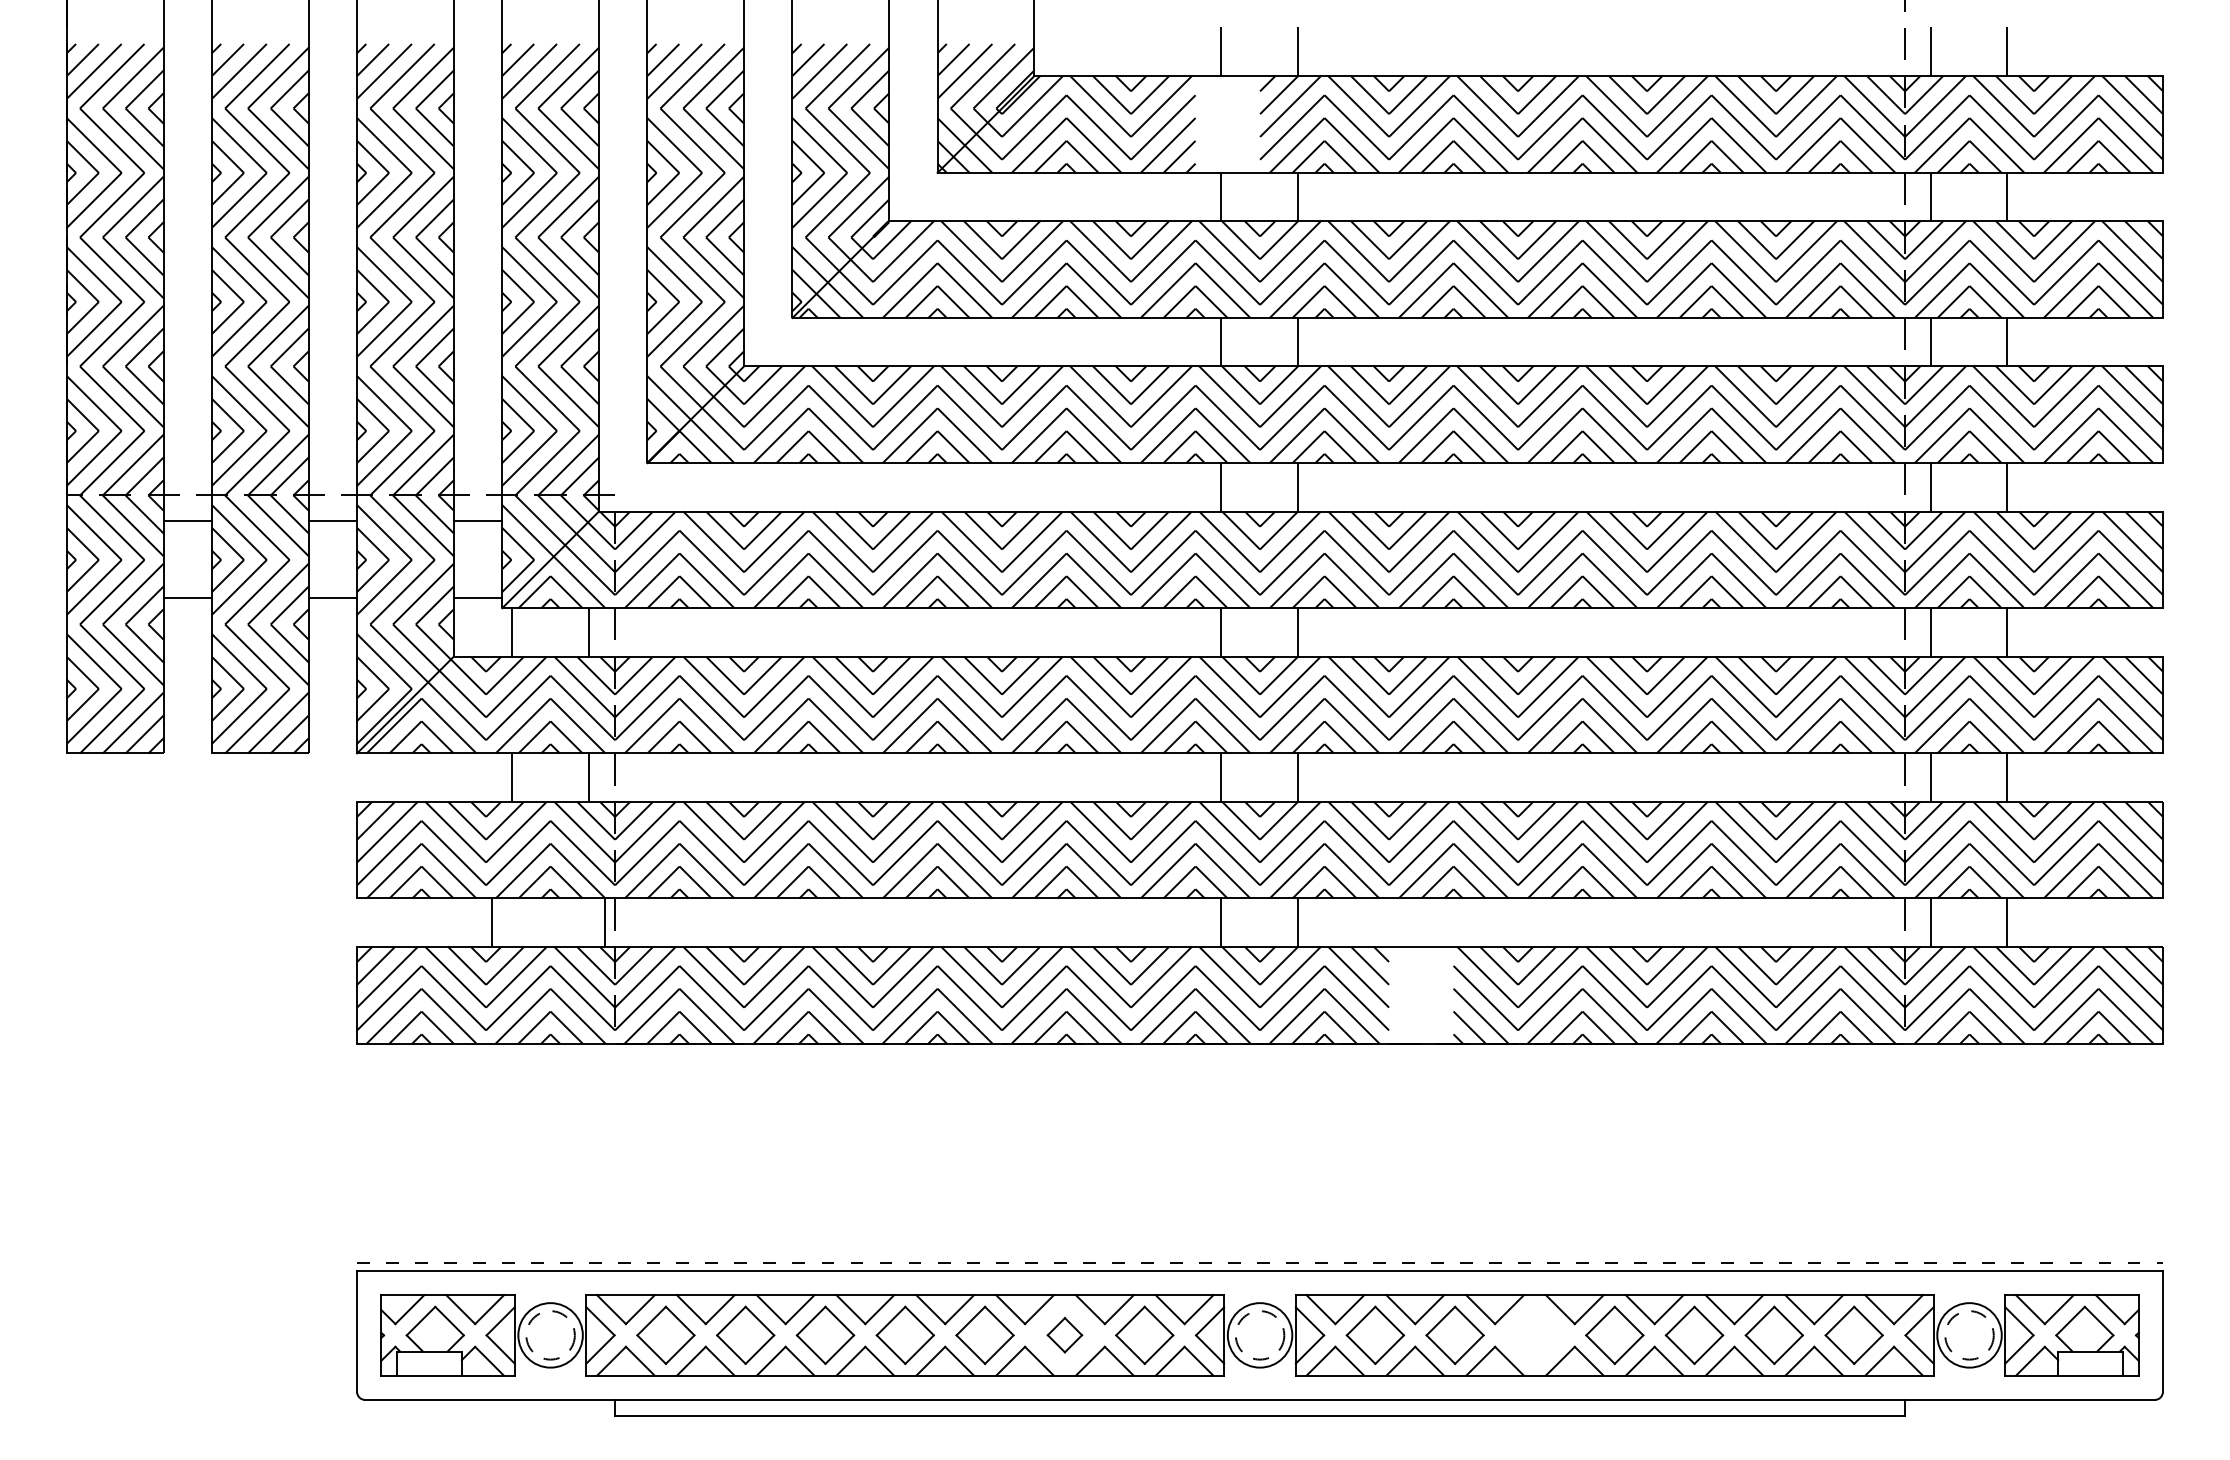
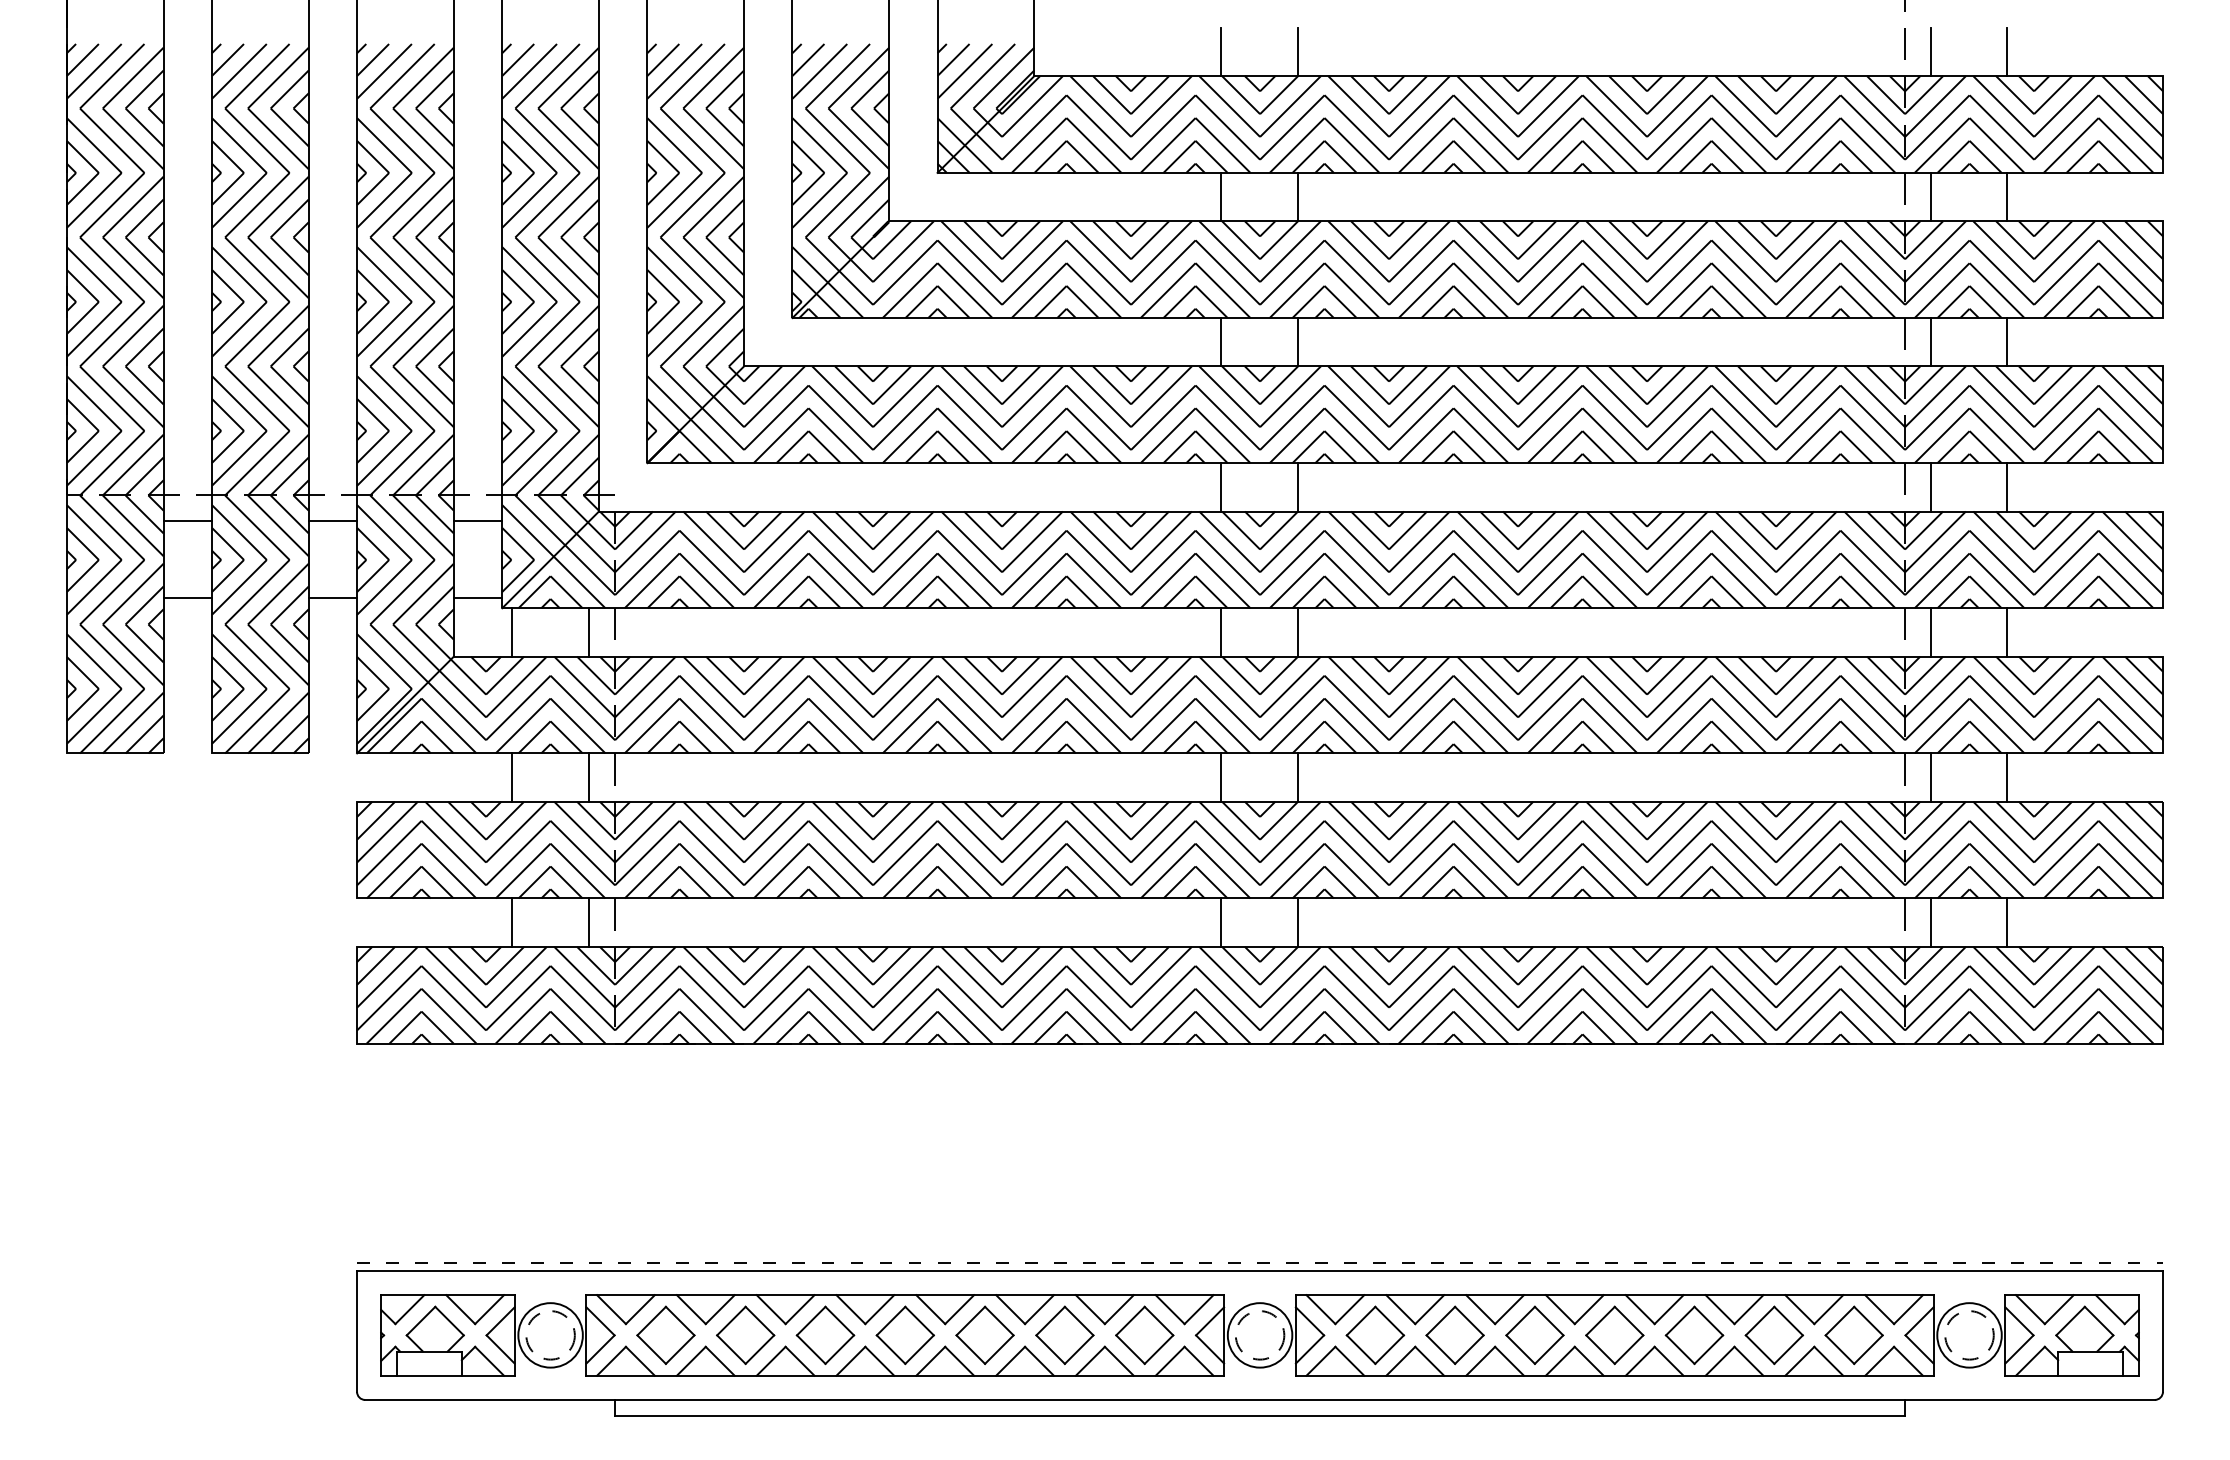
hatch at (1227, 124): none -> present
line at (491, 922) position: (491, 922) -> (511, 922)
line at (604, 922) position: (604, 922) -> (588, 922)
hatch at (1421, 994): none -> present
part at (1534, 1334): none -> present
part at (1064, 1335) size: 38x37 px -> 60x60 px
